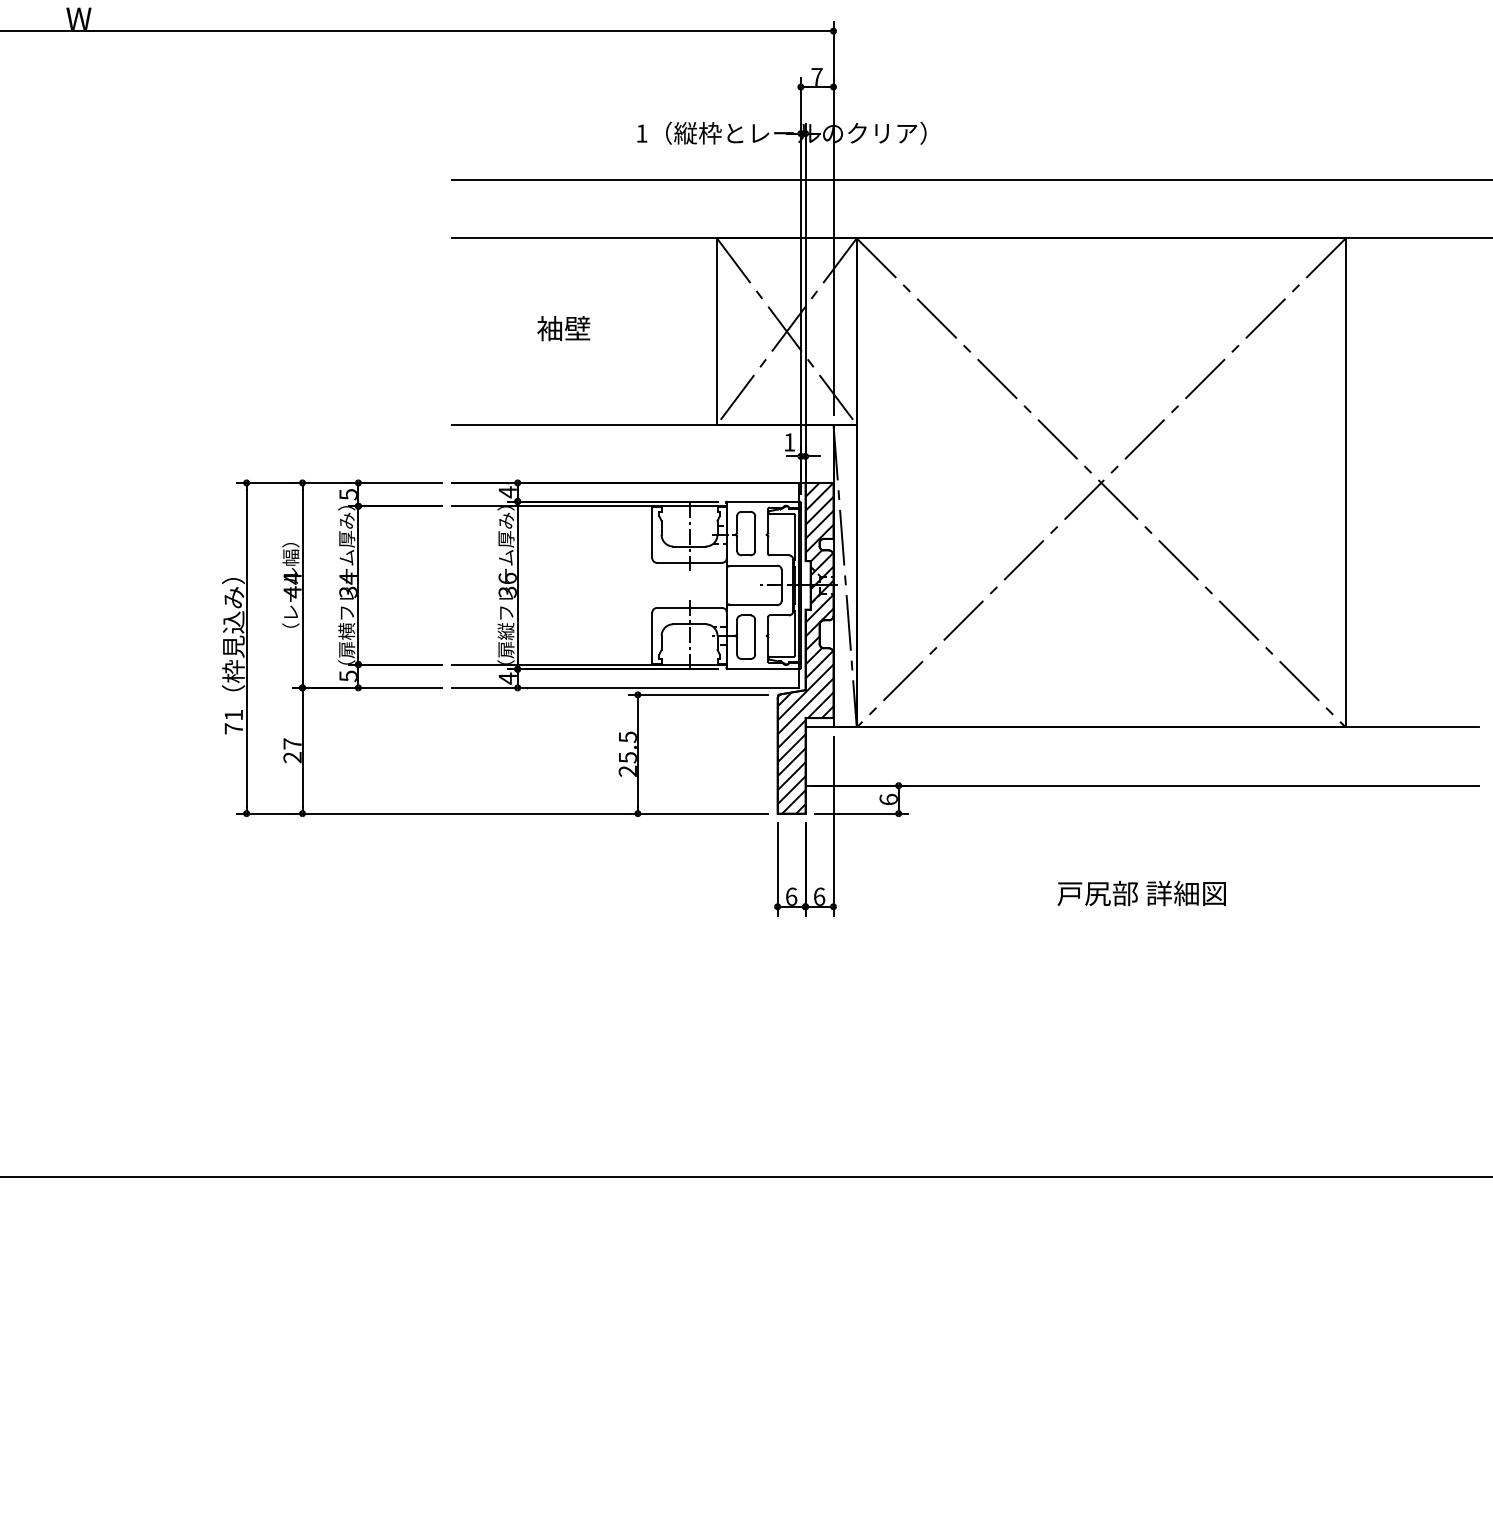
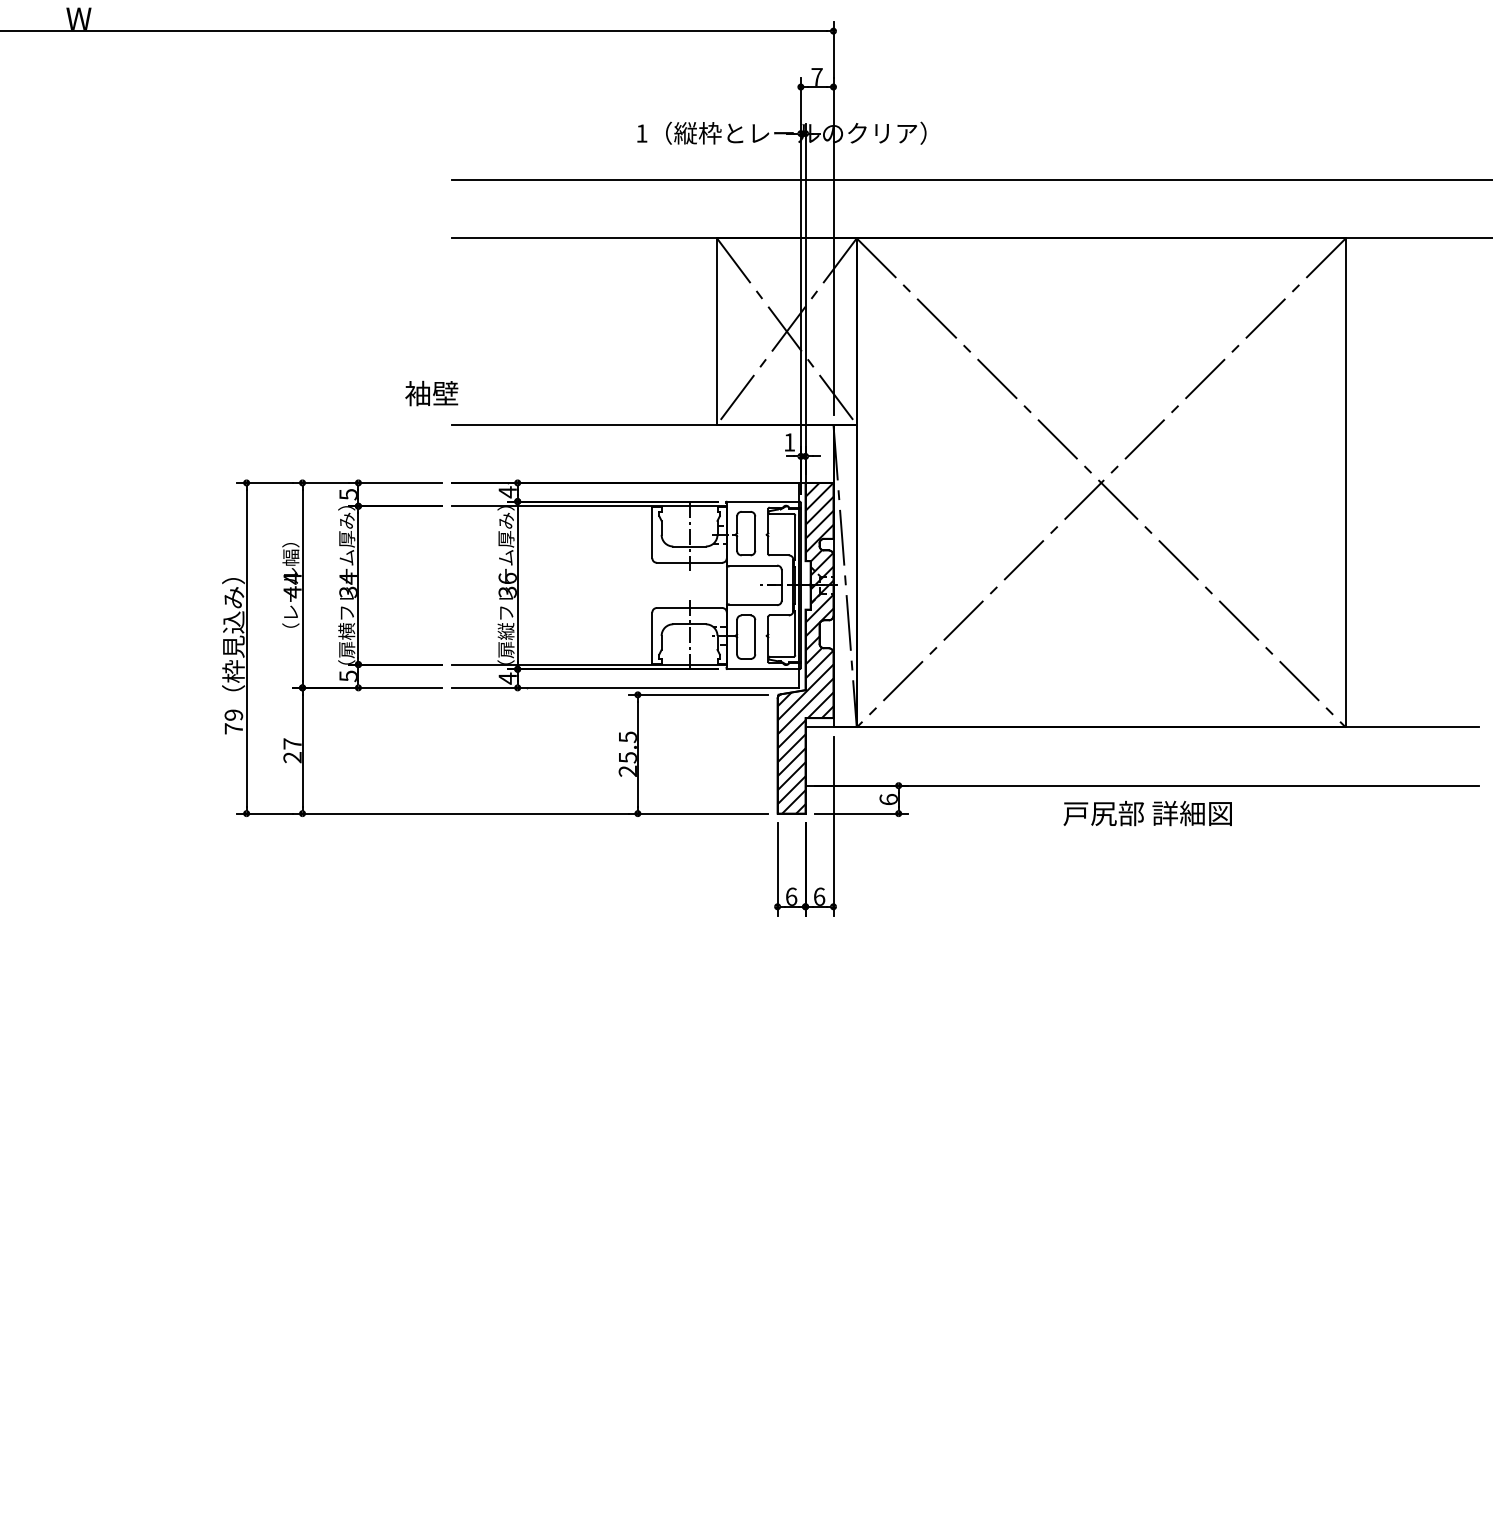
text at (563, 328) position: (563, 328) -> (431, 393)
text at (233, 714): 71 -> 79
text at (1141, 893) position: (1141, 893) -> (1147, 813)
line at (745, 1176): present -> none
